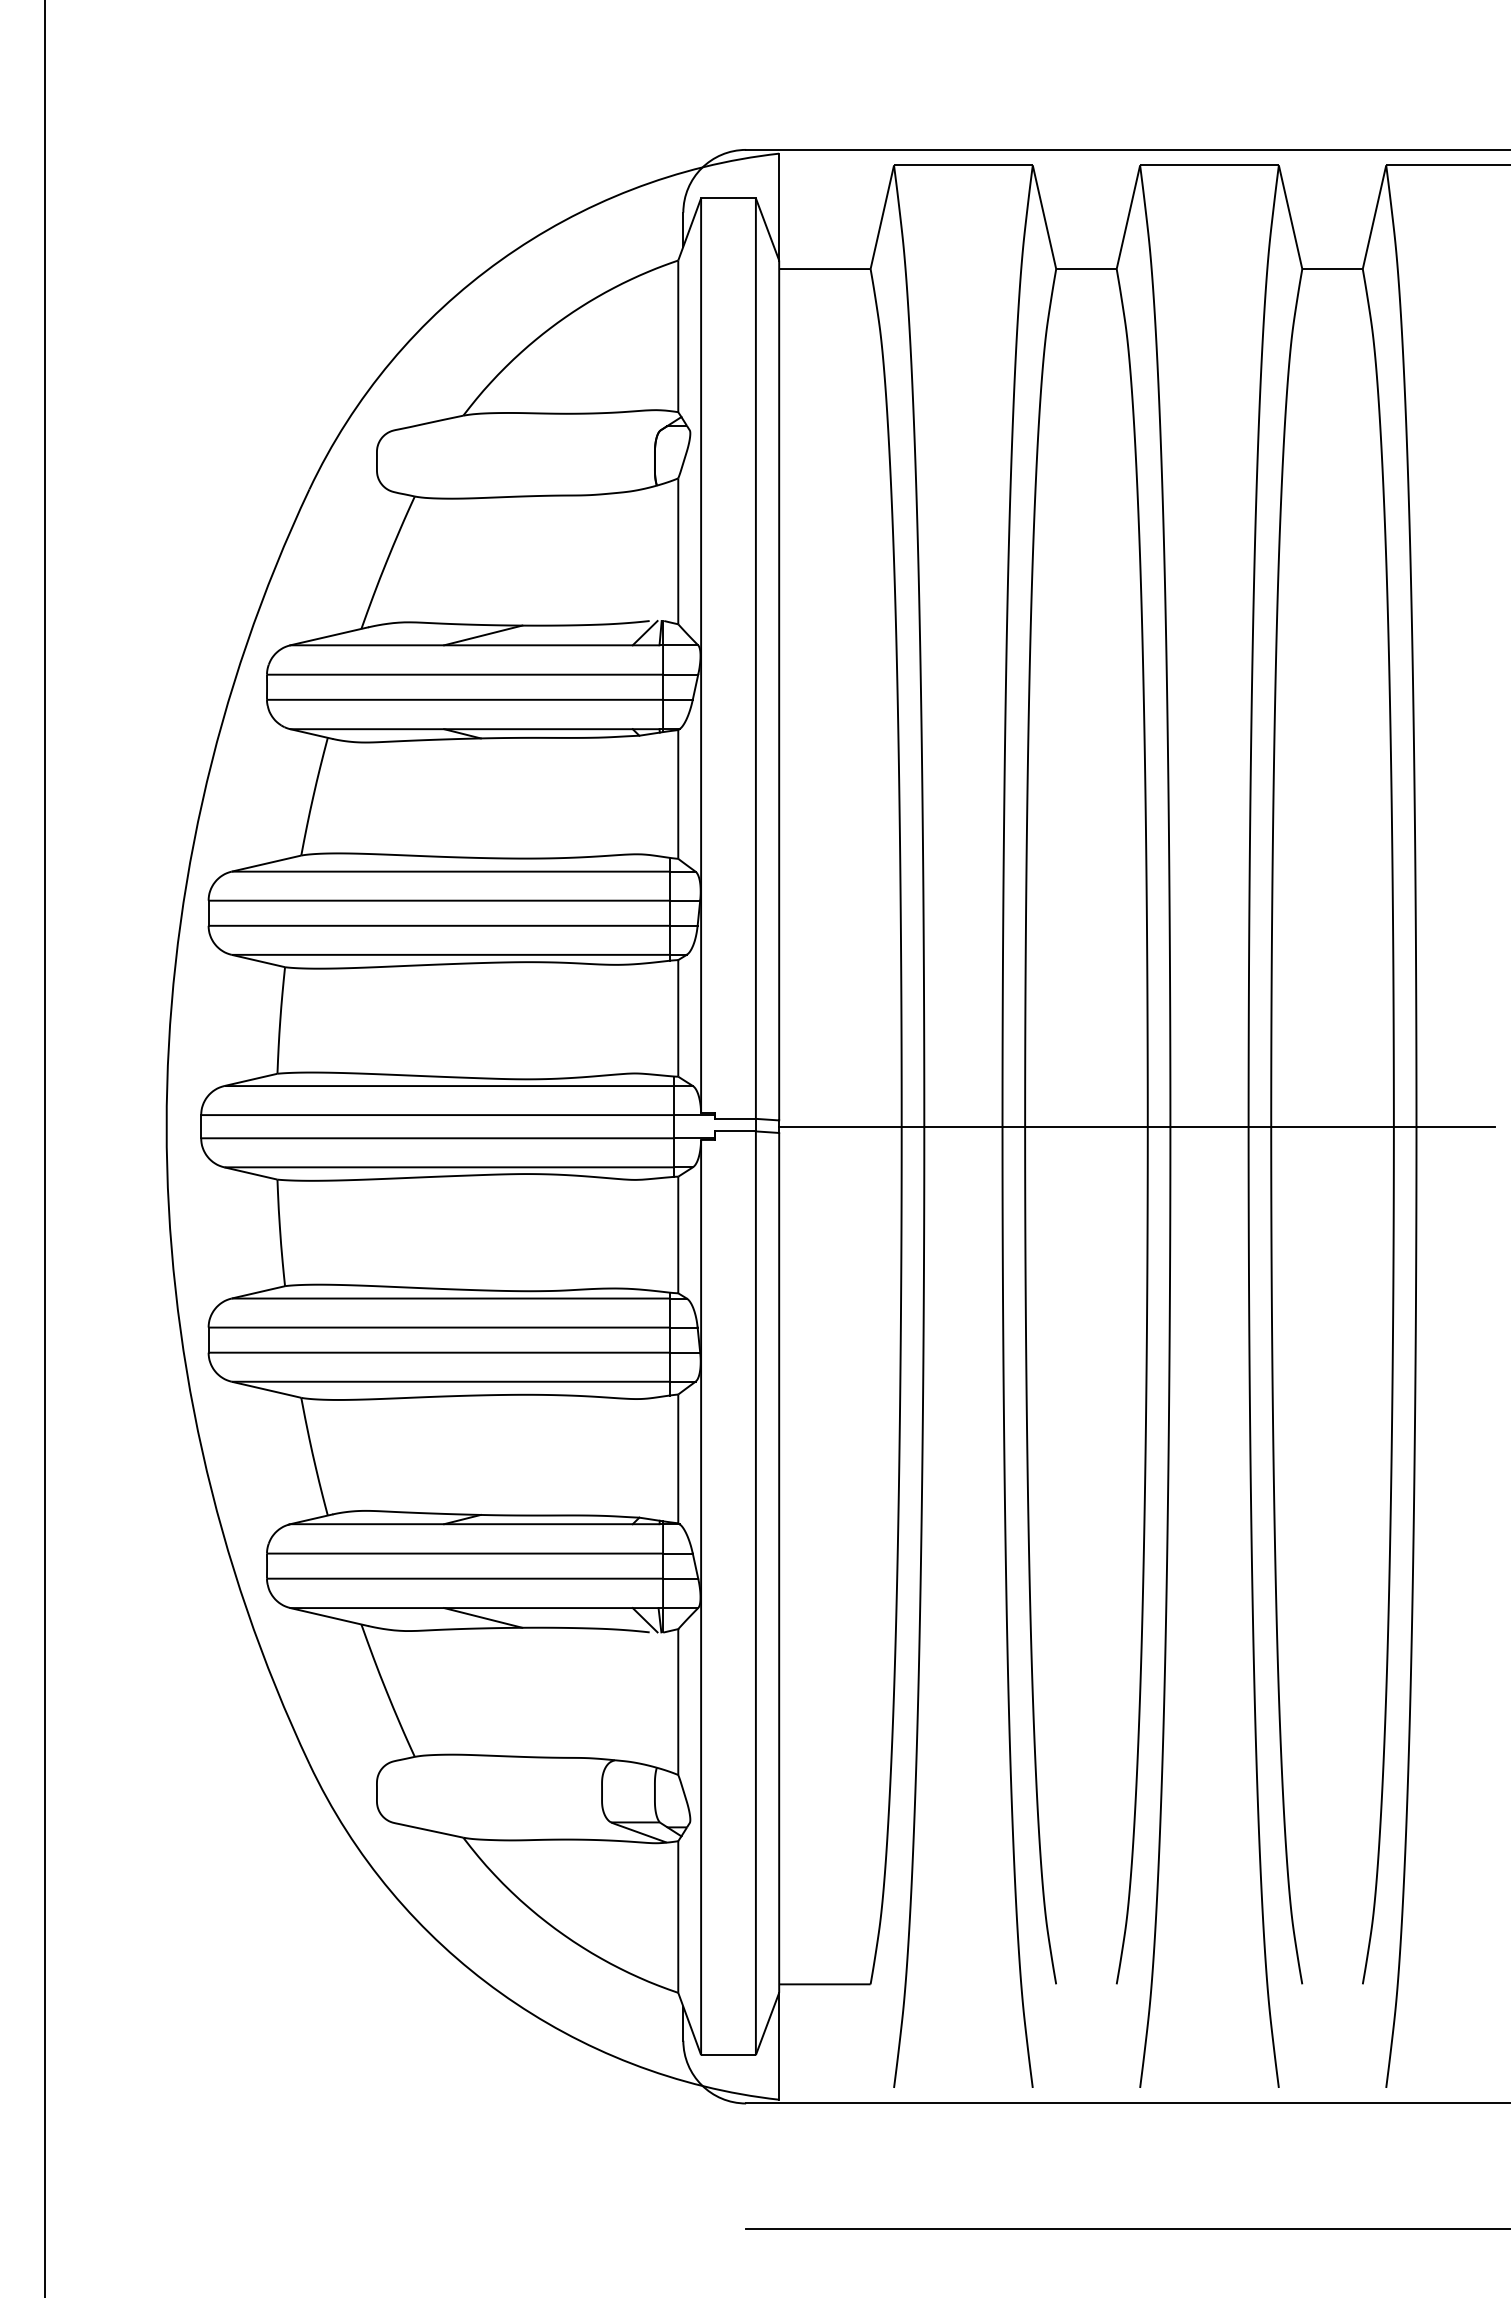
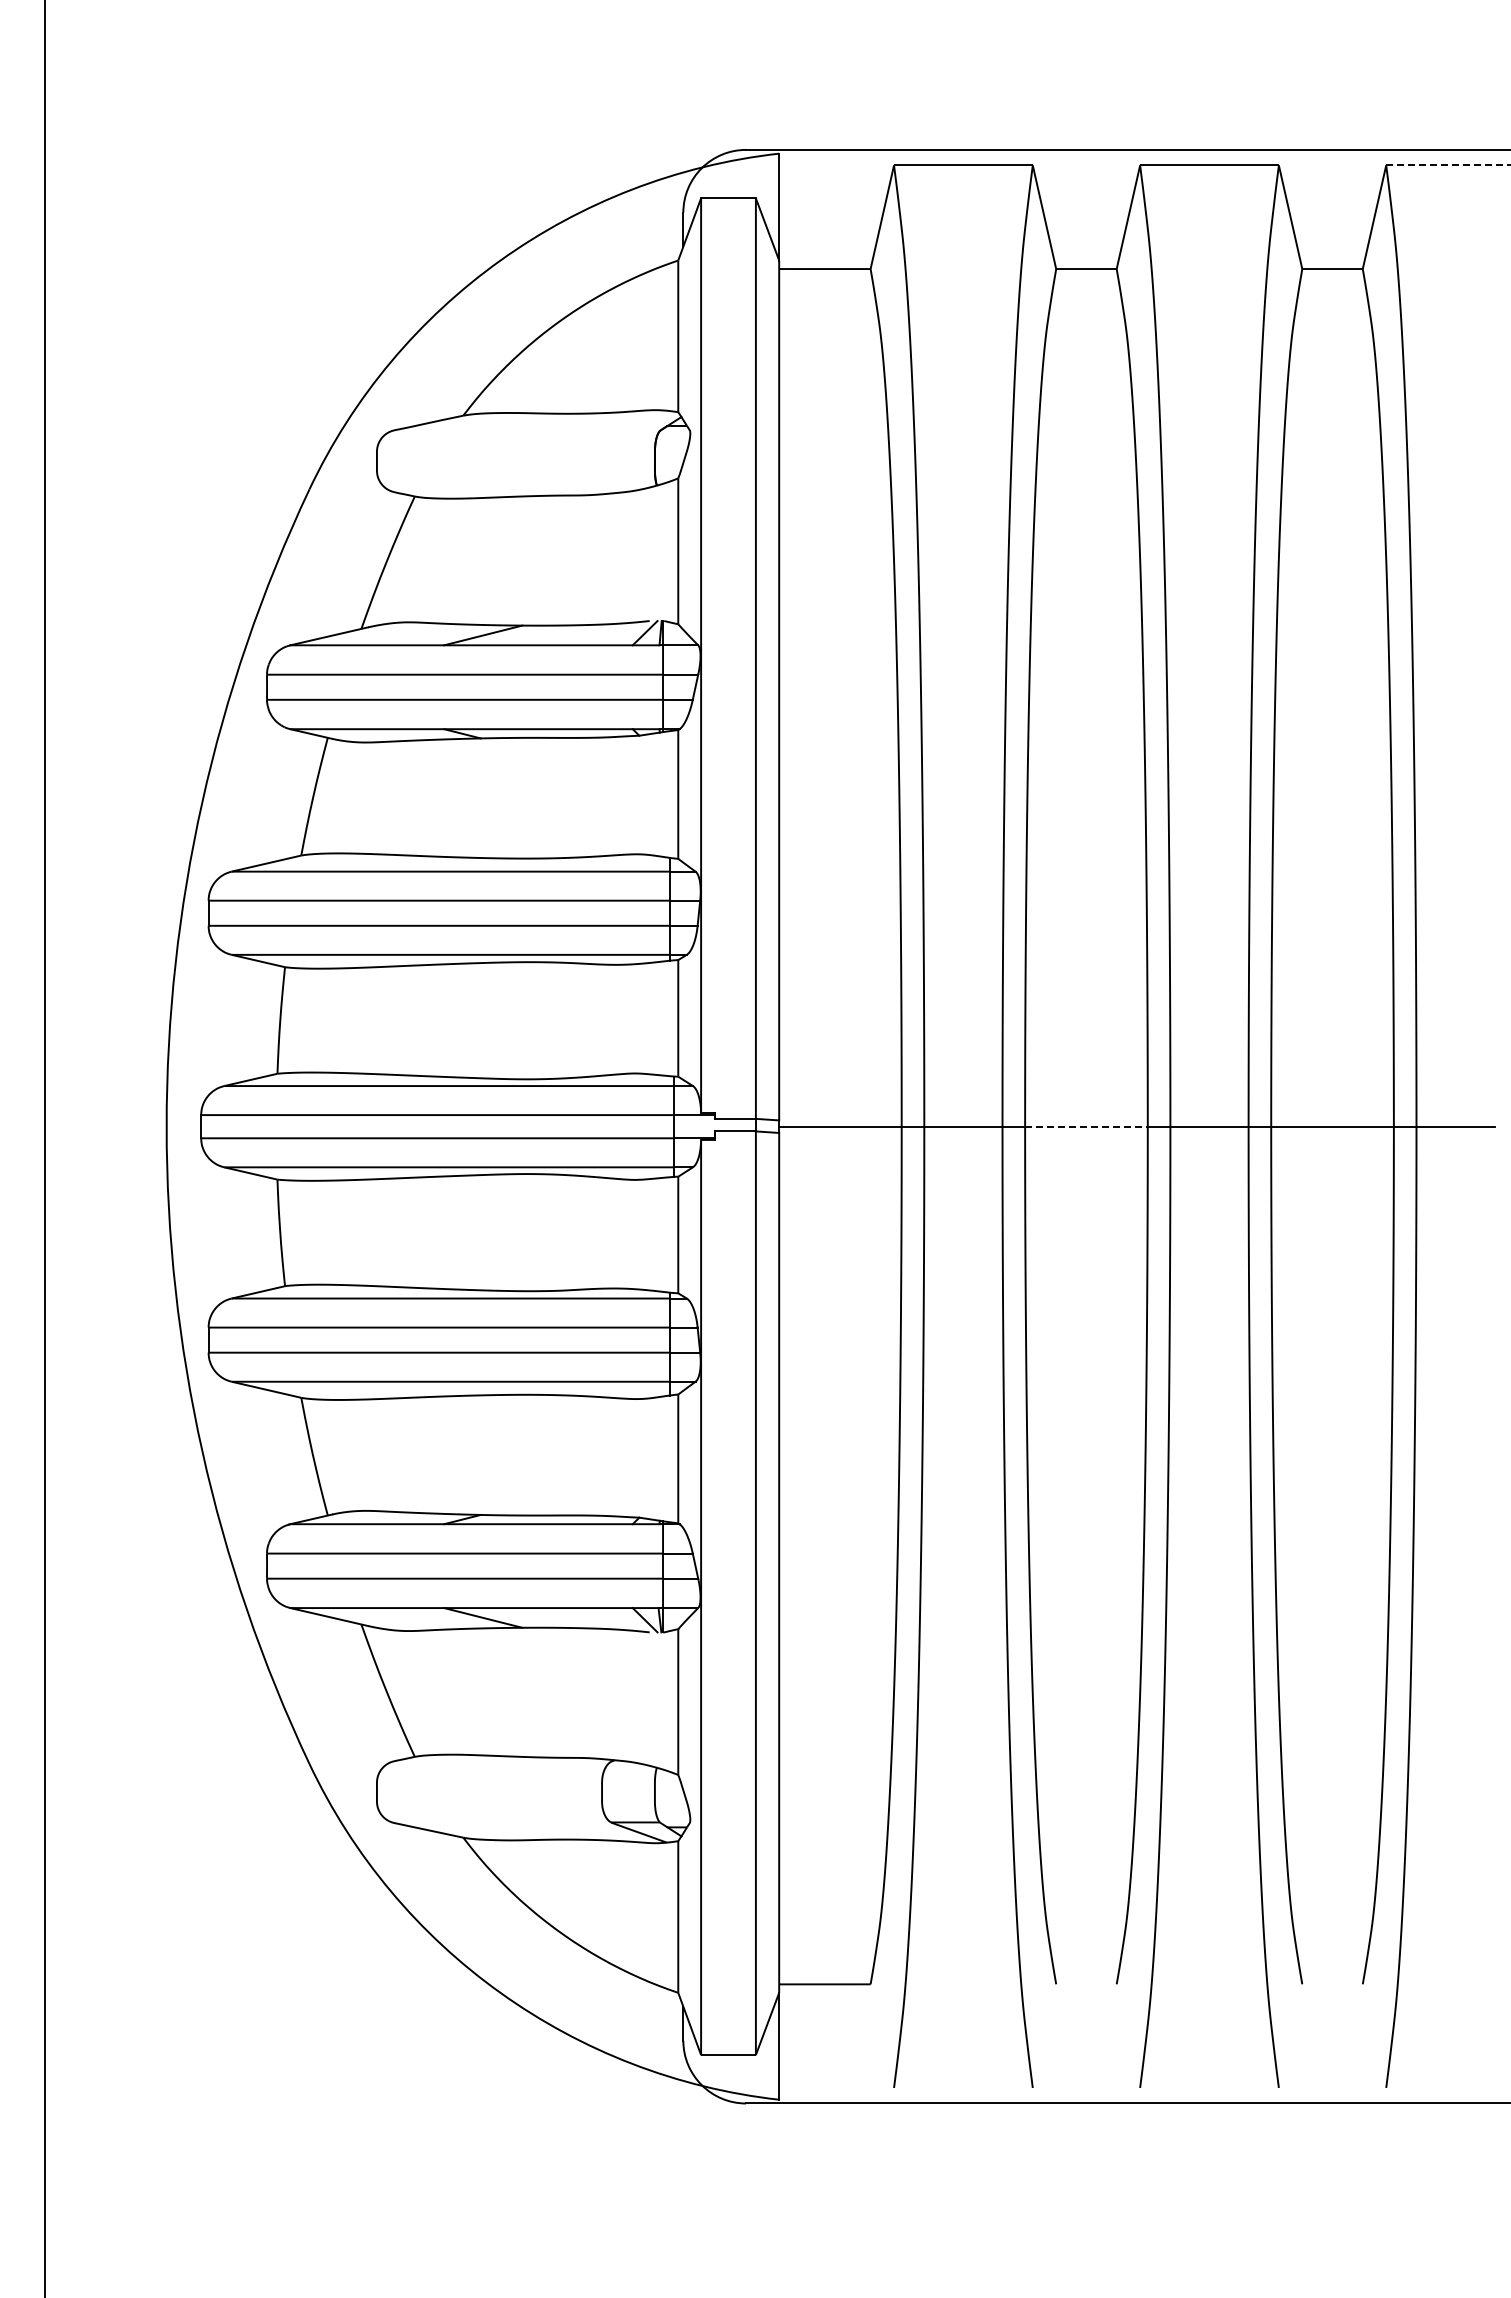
line at (1448, 165): solid -> dashed
line at (1086, 1126): solid -> dashed
line at (1126, 2229): present -> none
